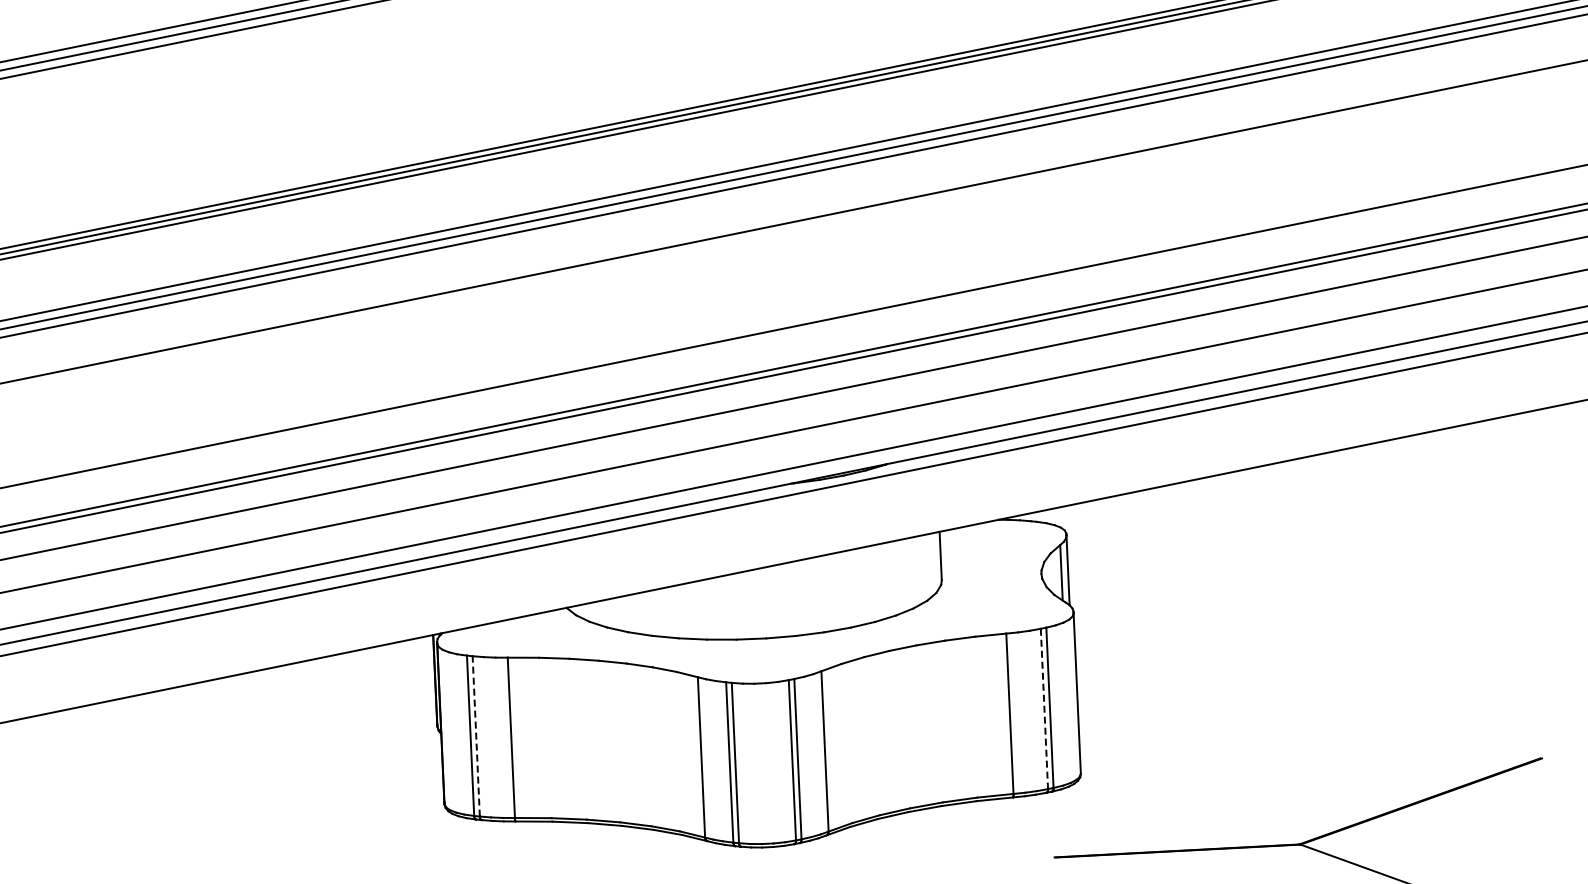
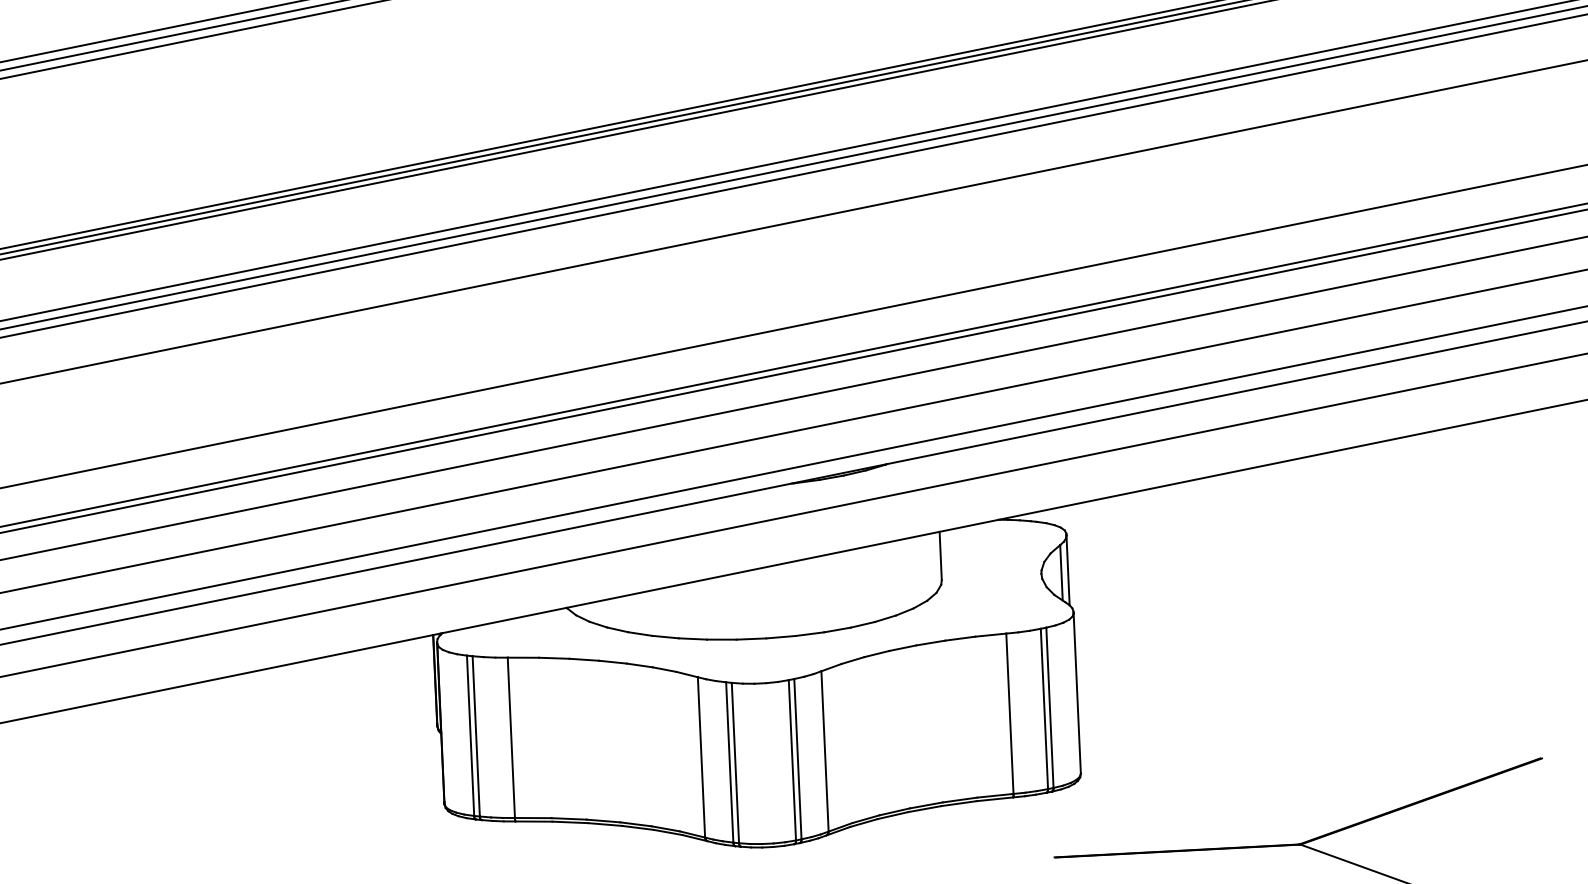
line at (793, 494) position: (793, 494) -> (793, 515)
line at (1044, 709): dashed -> solid
line at (476, 735): dashed -> solid
